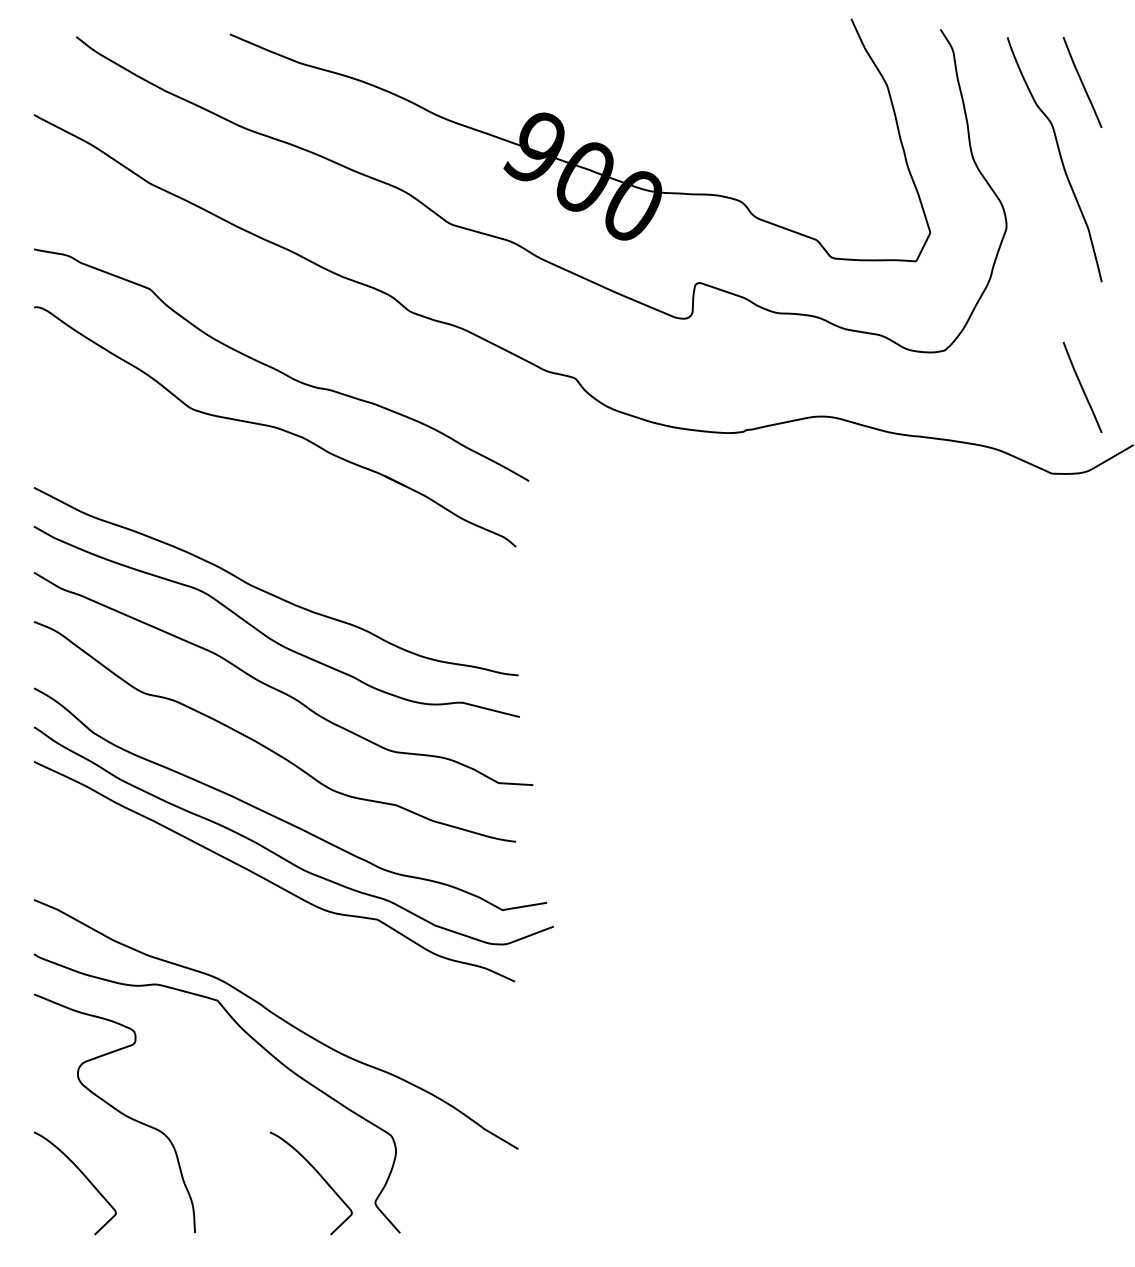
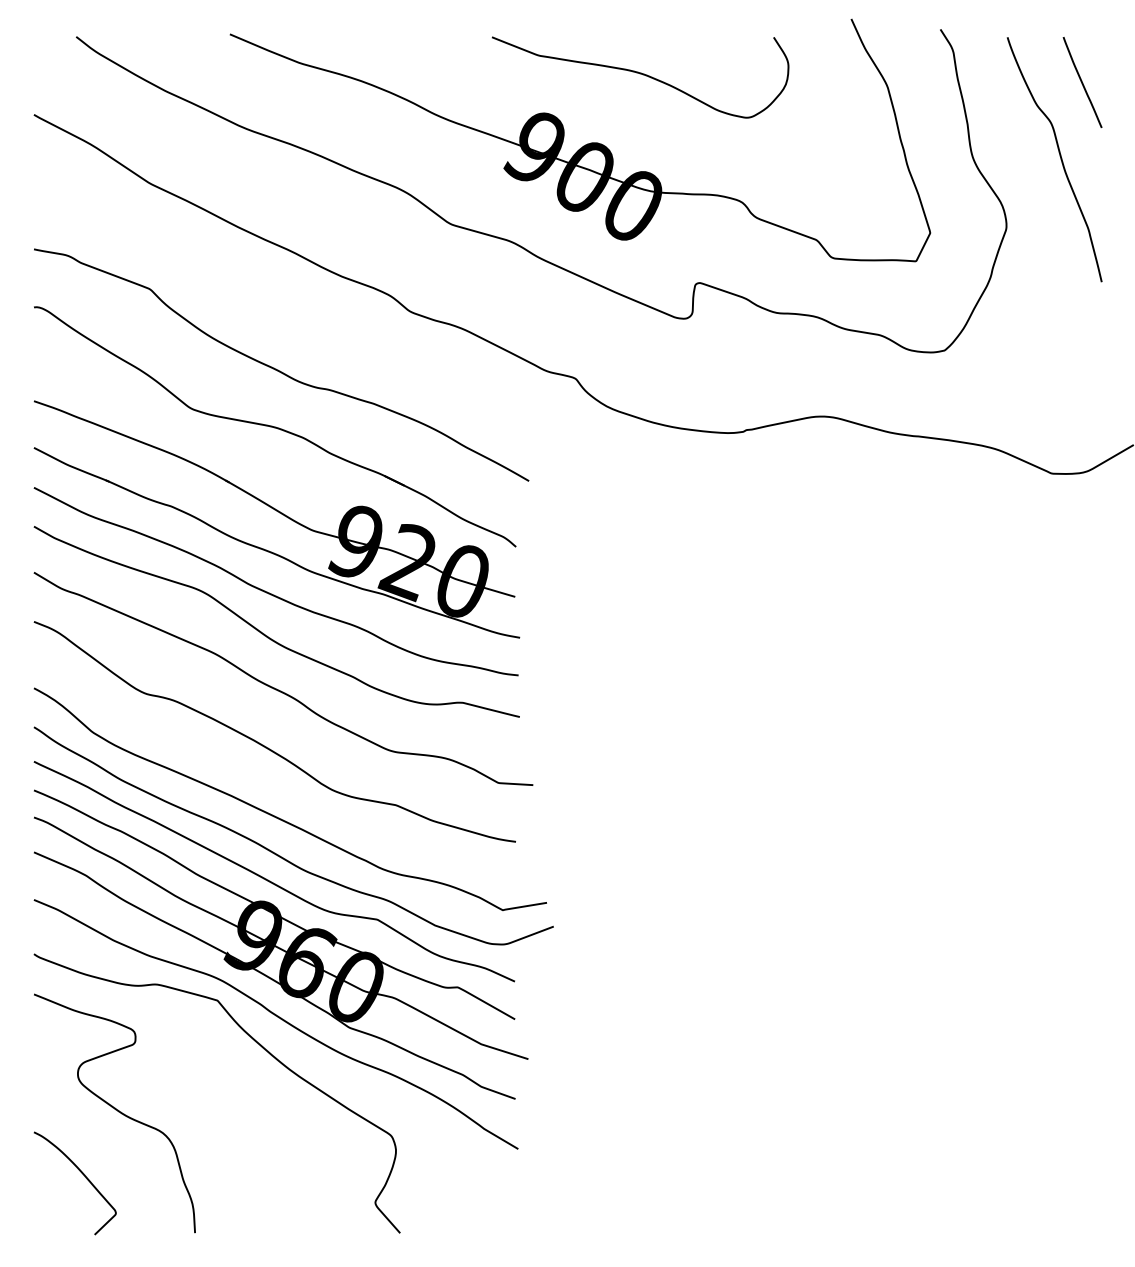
curve at (640, 74): none -> present
line at (1082, 387): present -> none
part at (279, 513): none -> present
part at (281, 944): none -> present
curve at (318, 1174): present -> none
